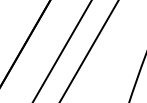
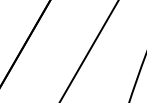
line at (62, 50): present -> none
